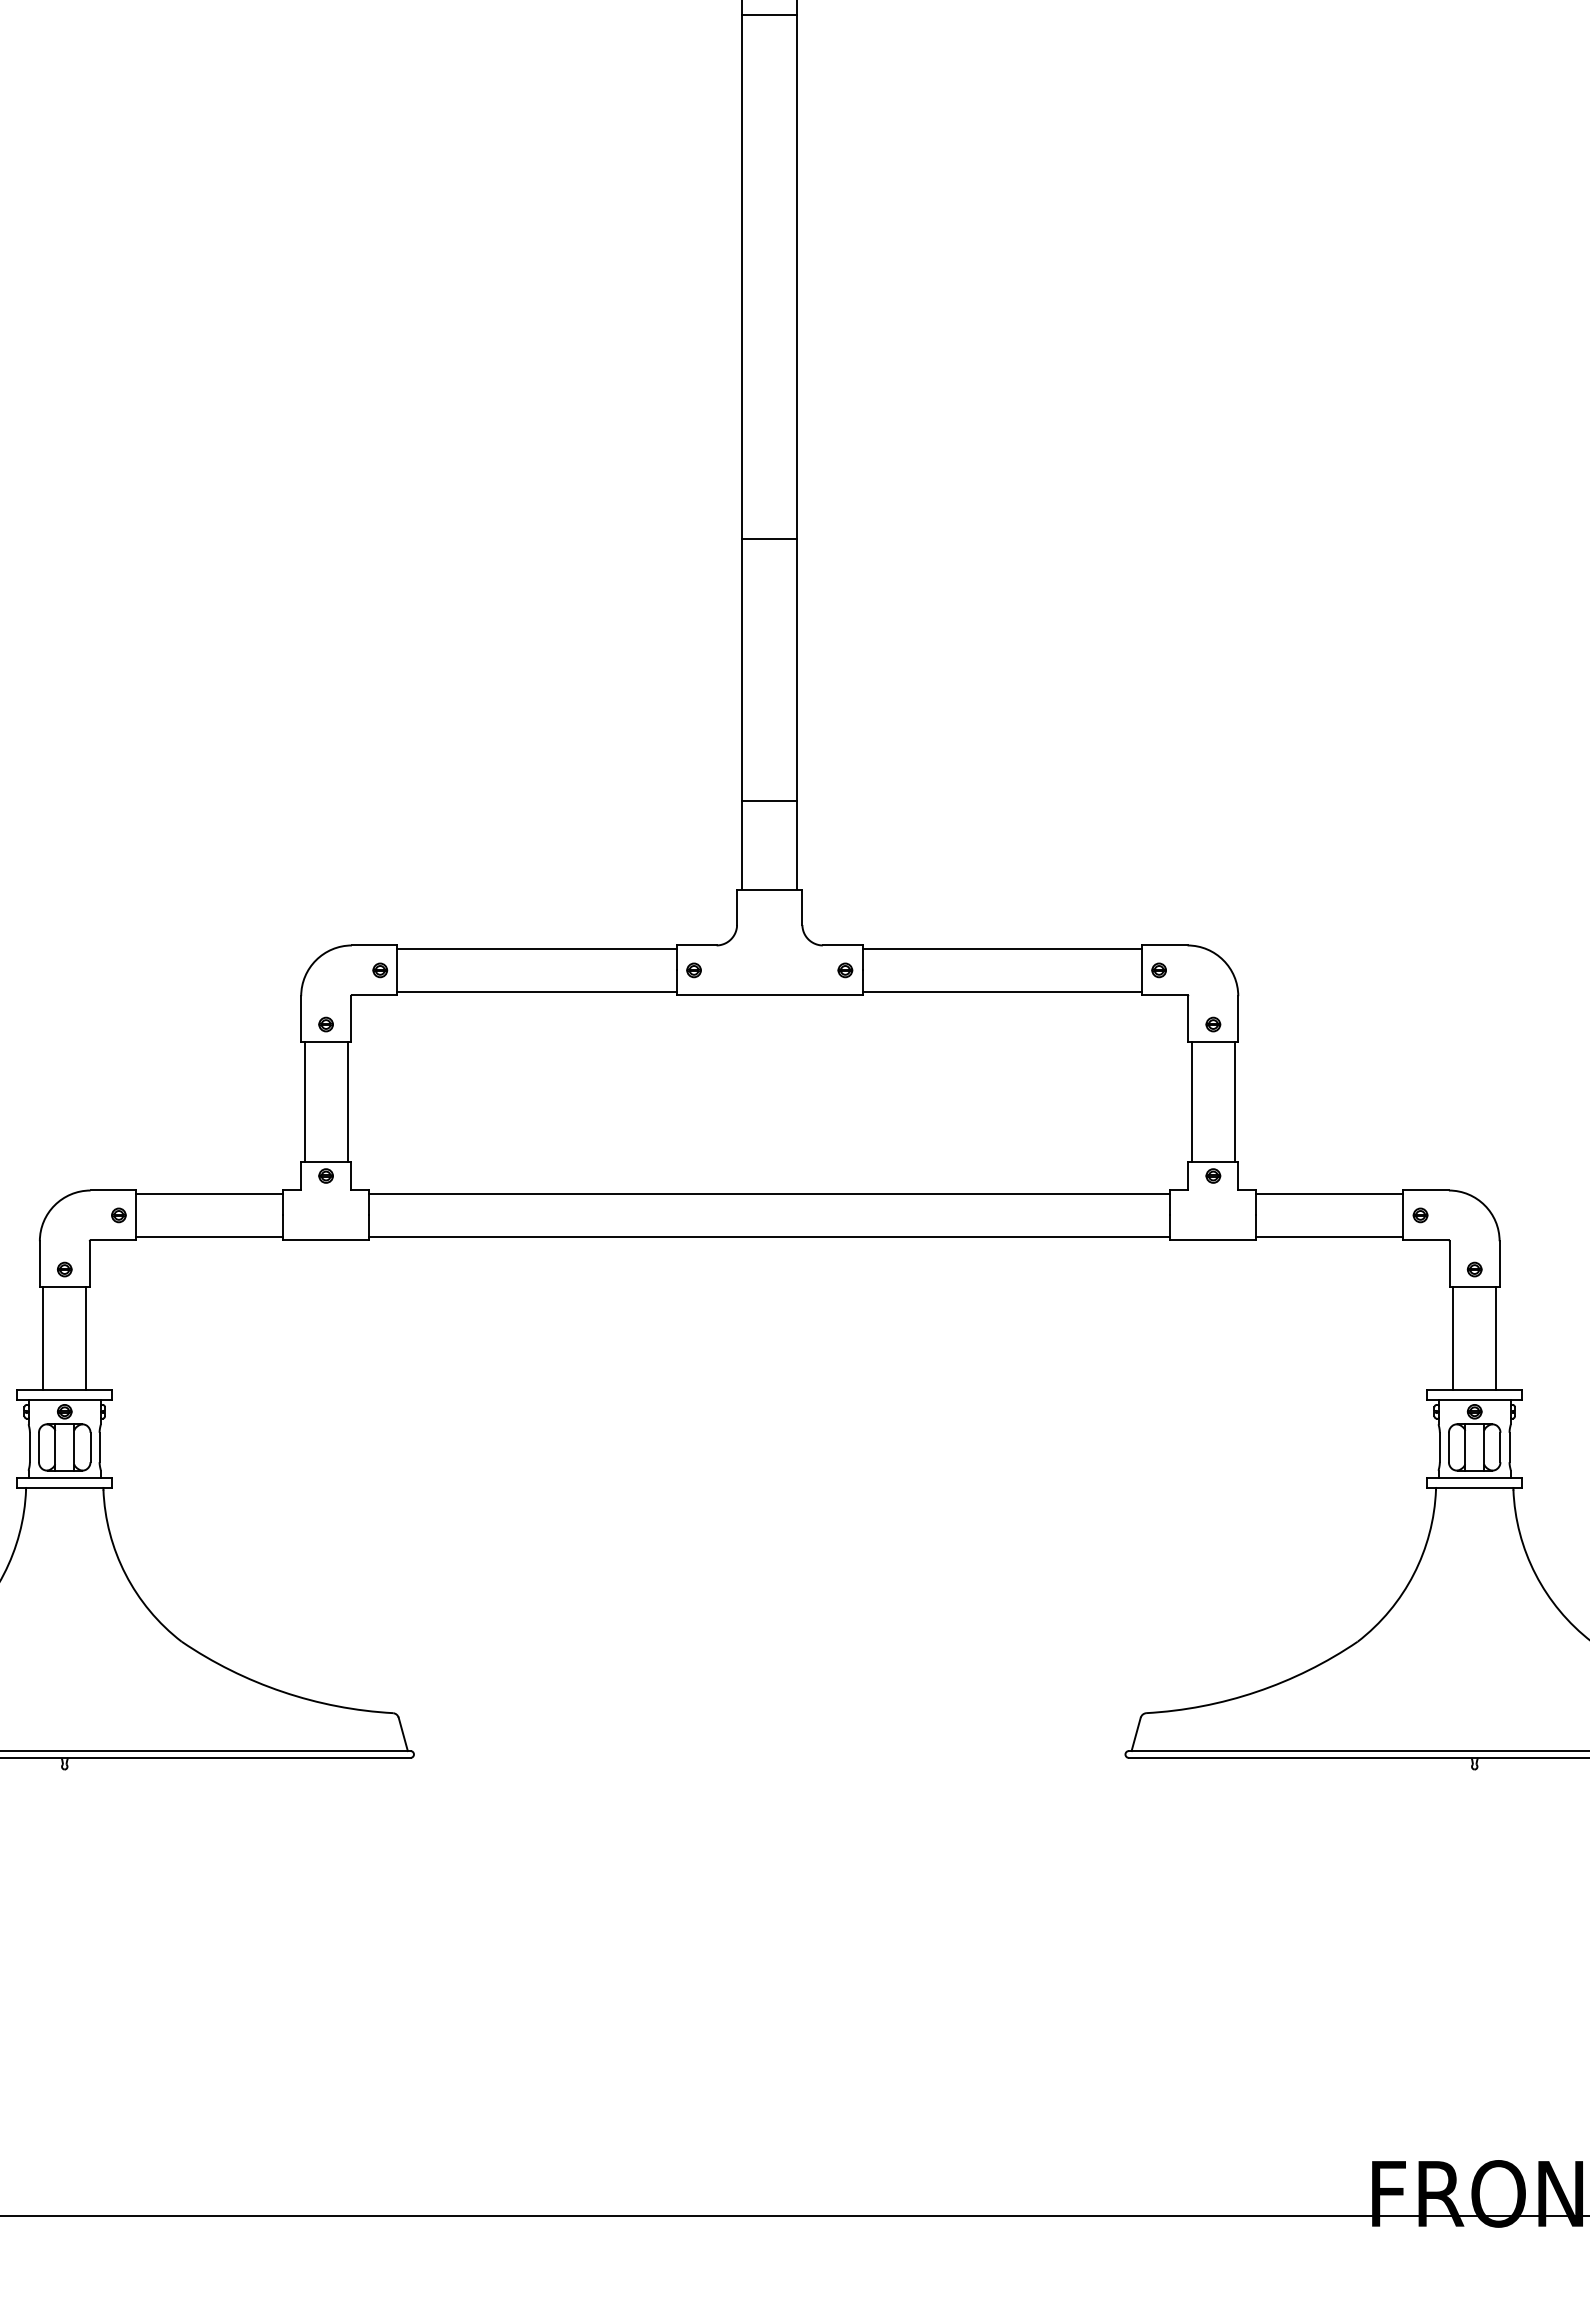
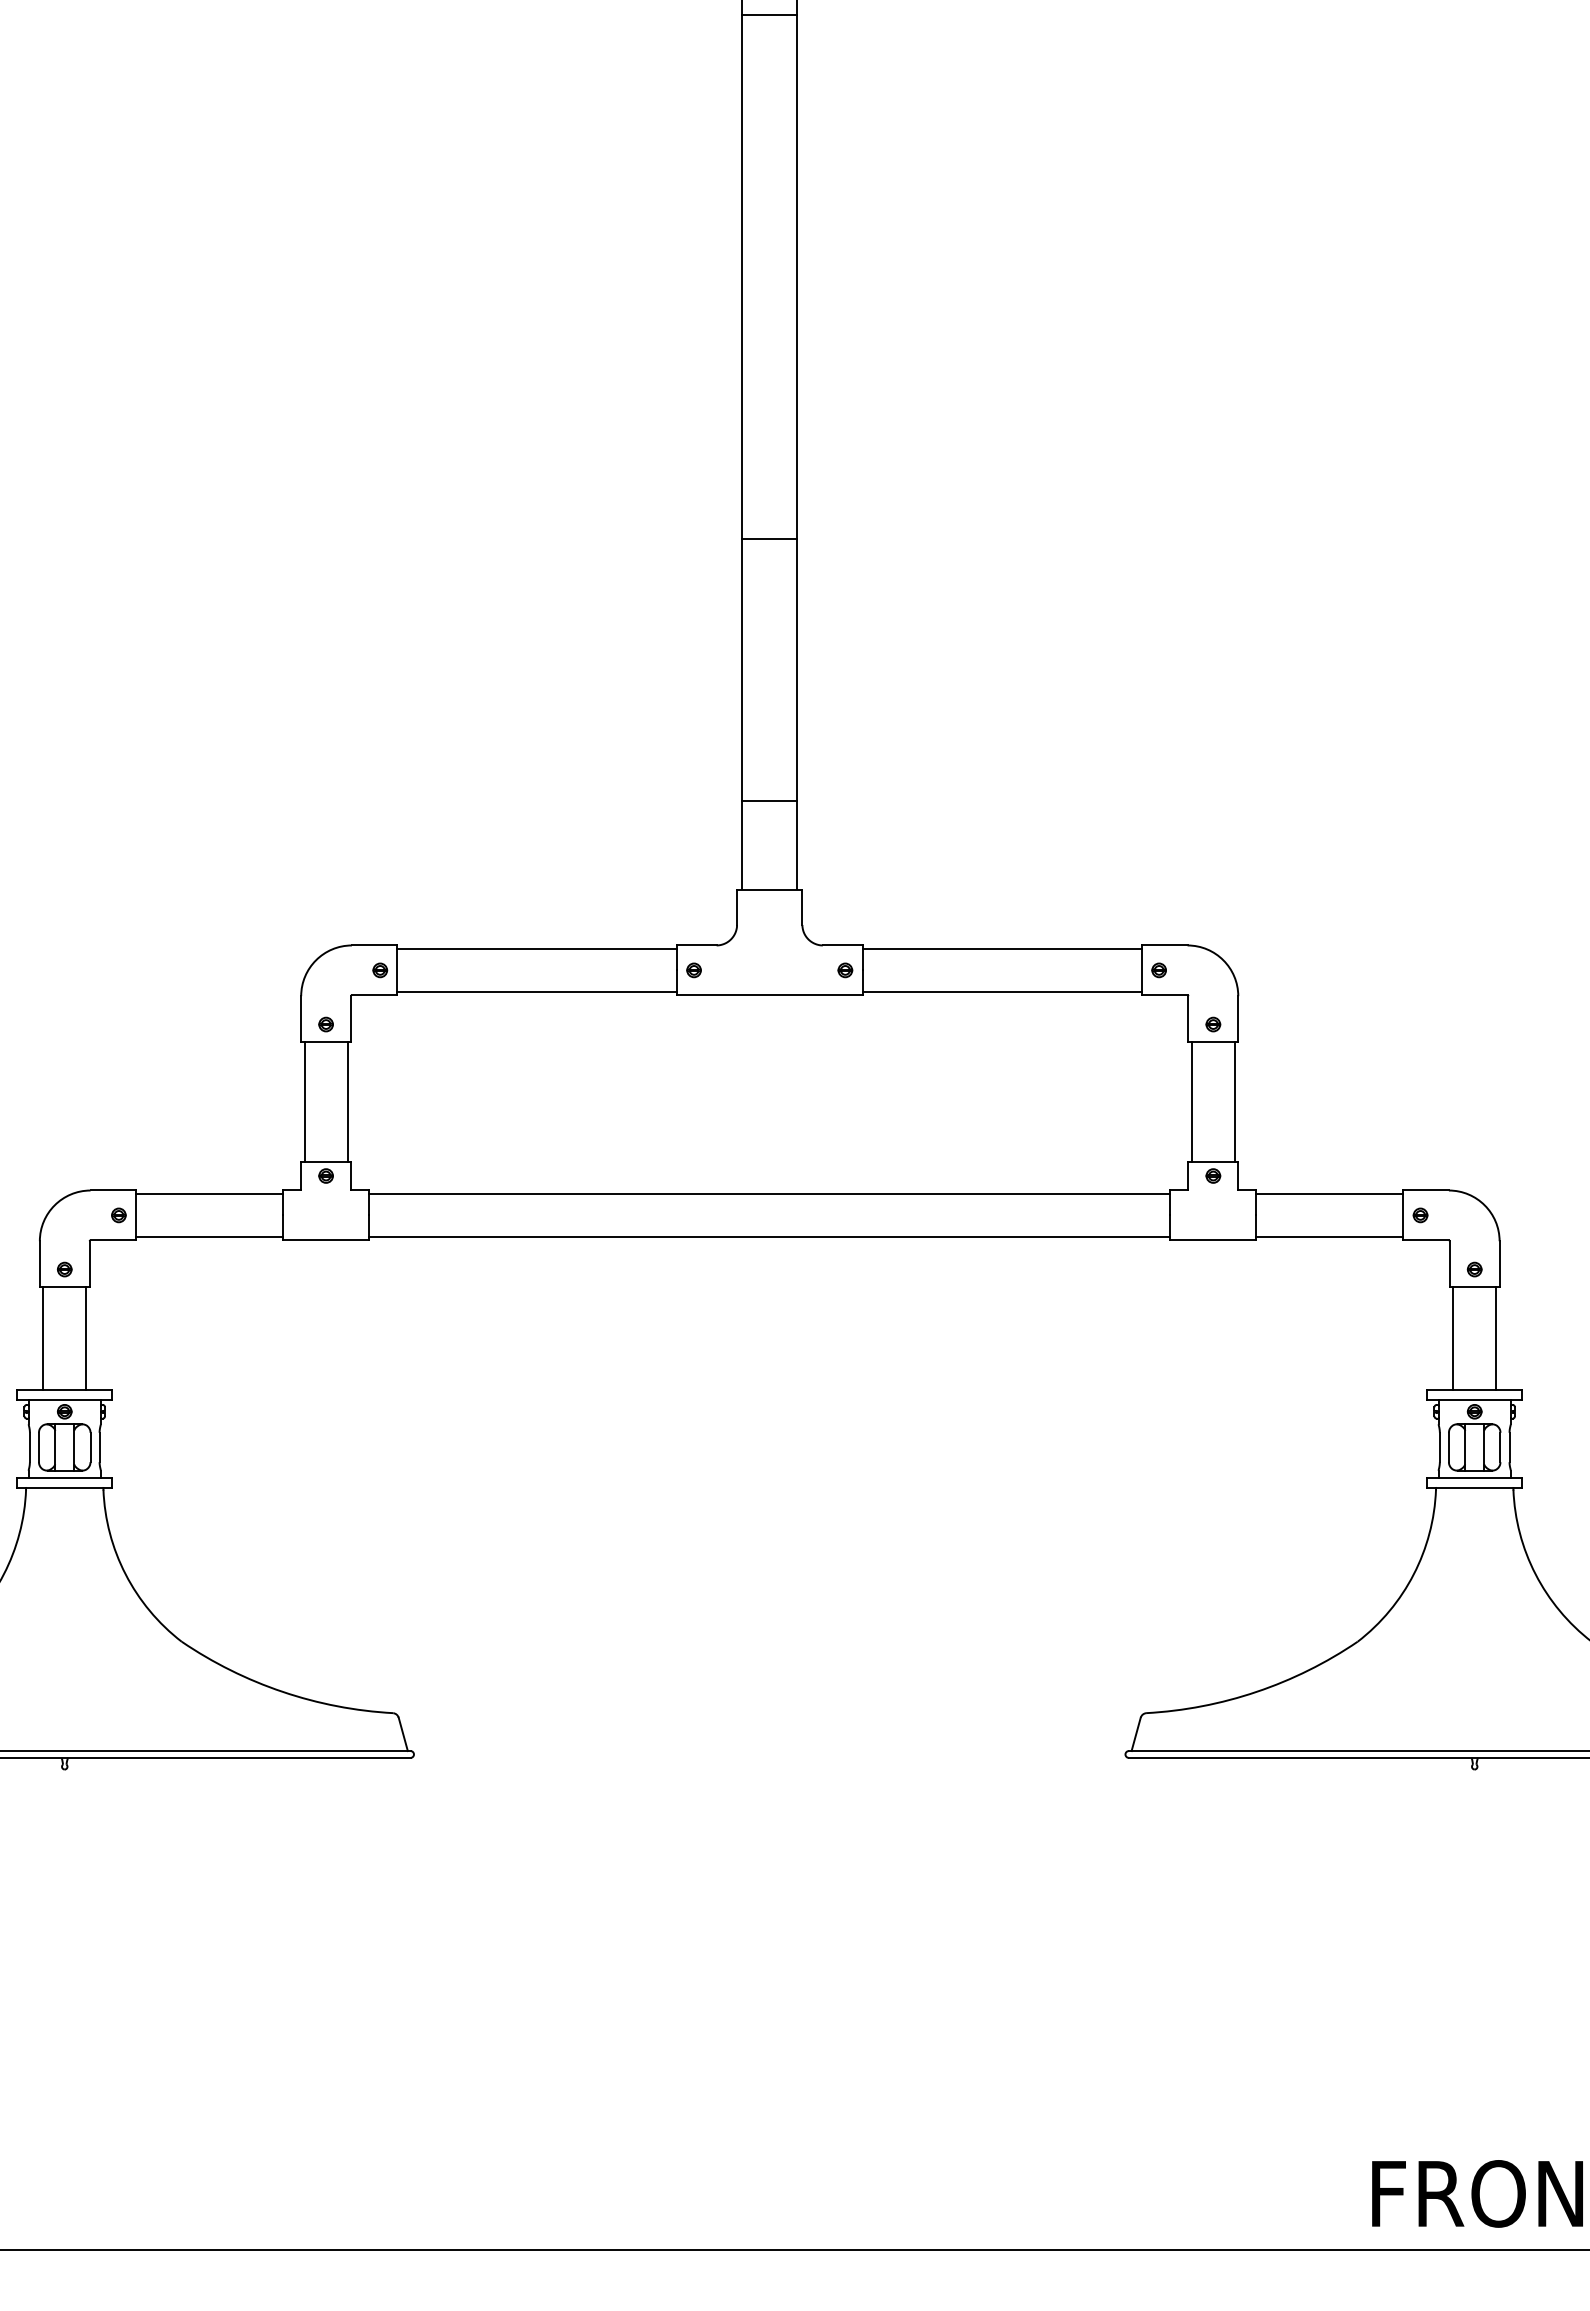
line at (794, 2216) position: (794, 2216) -> (794, 2250)
